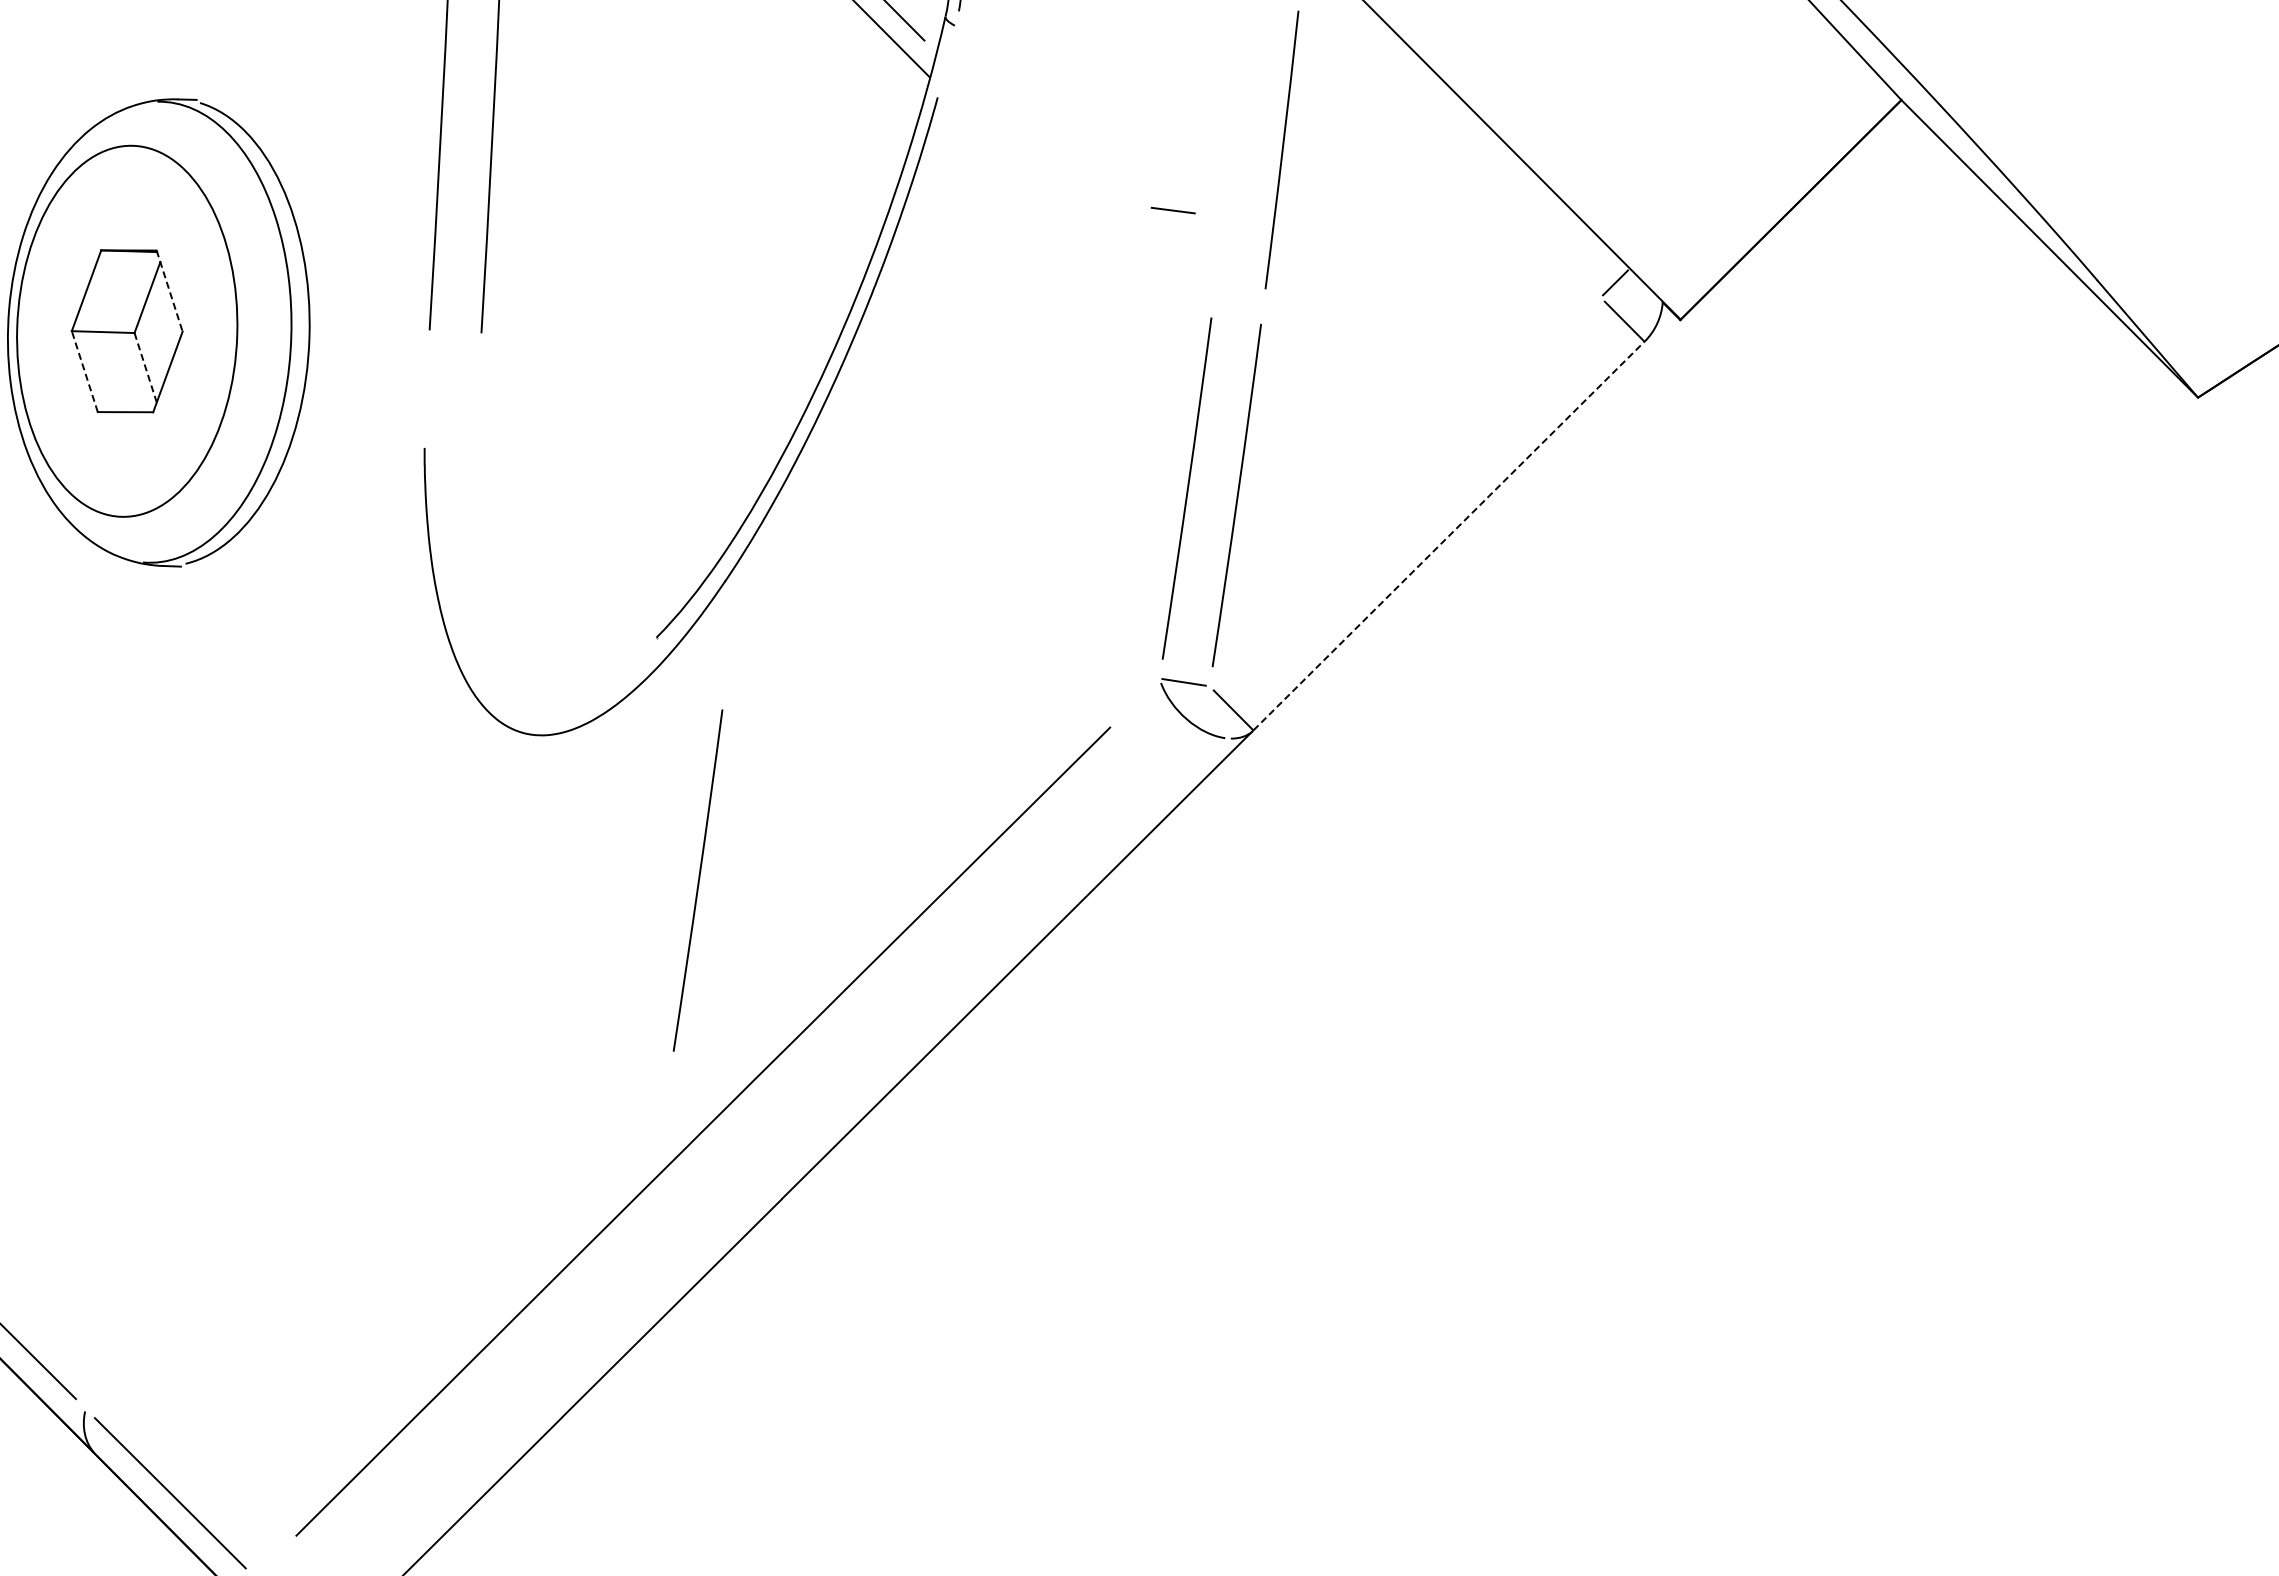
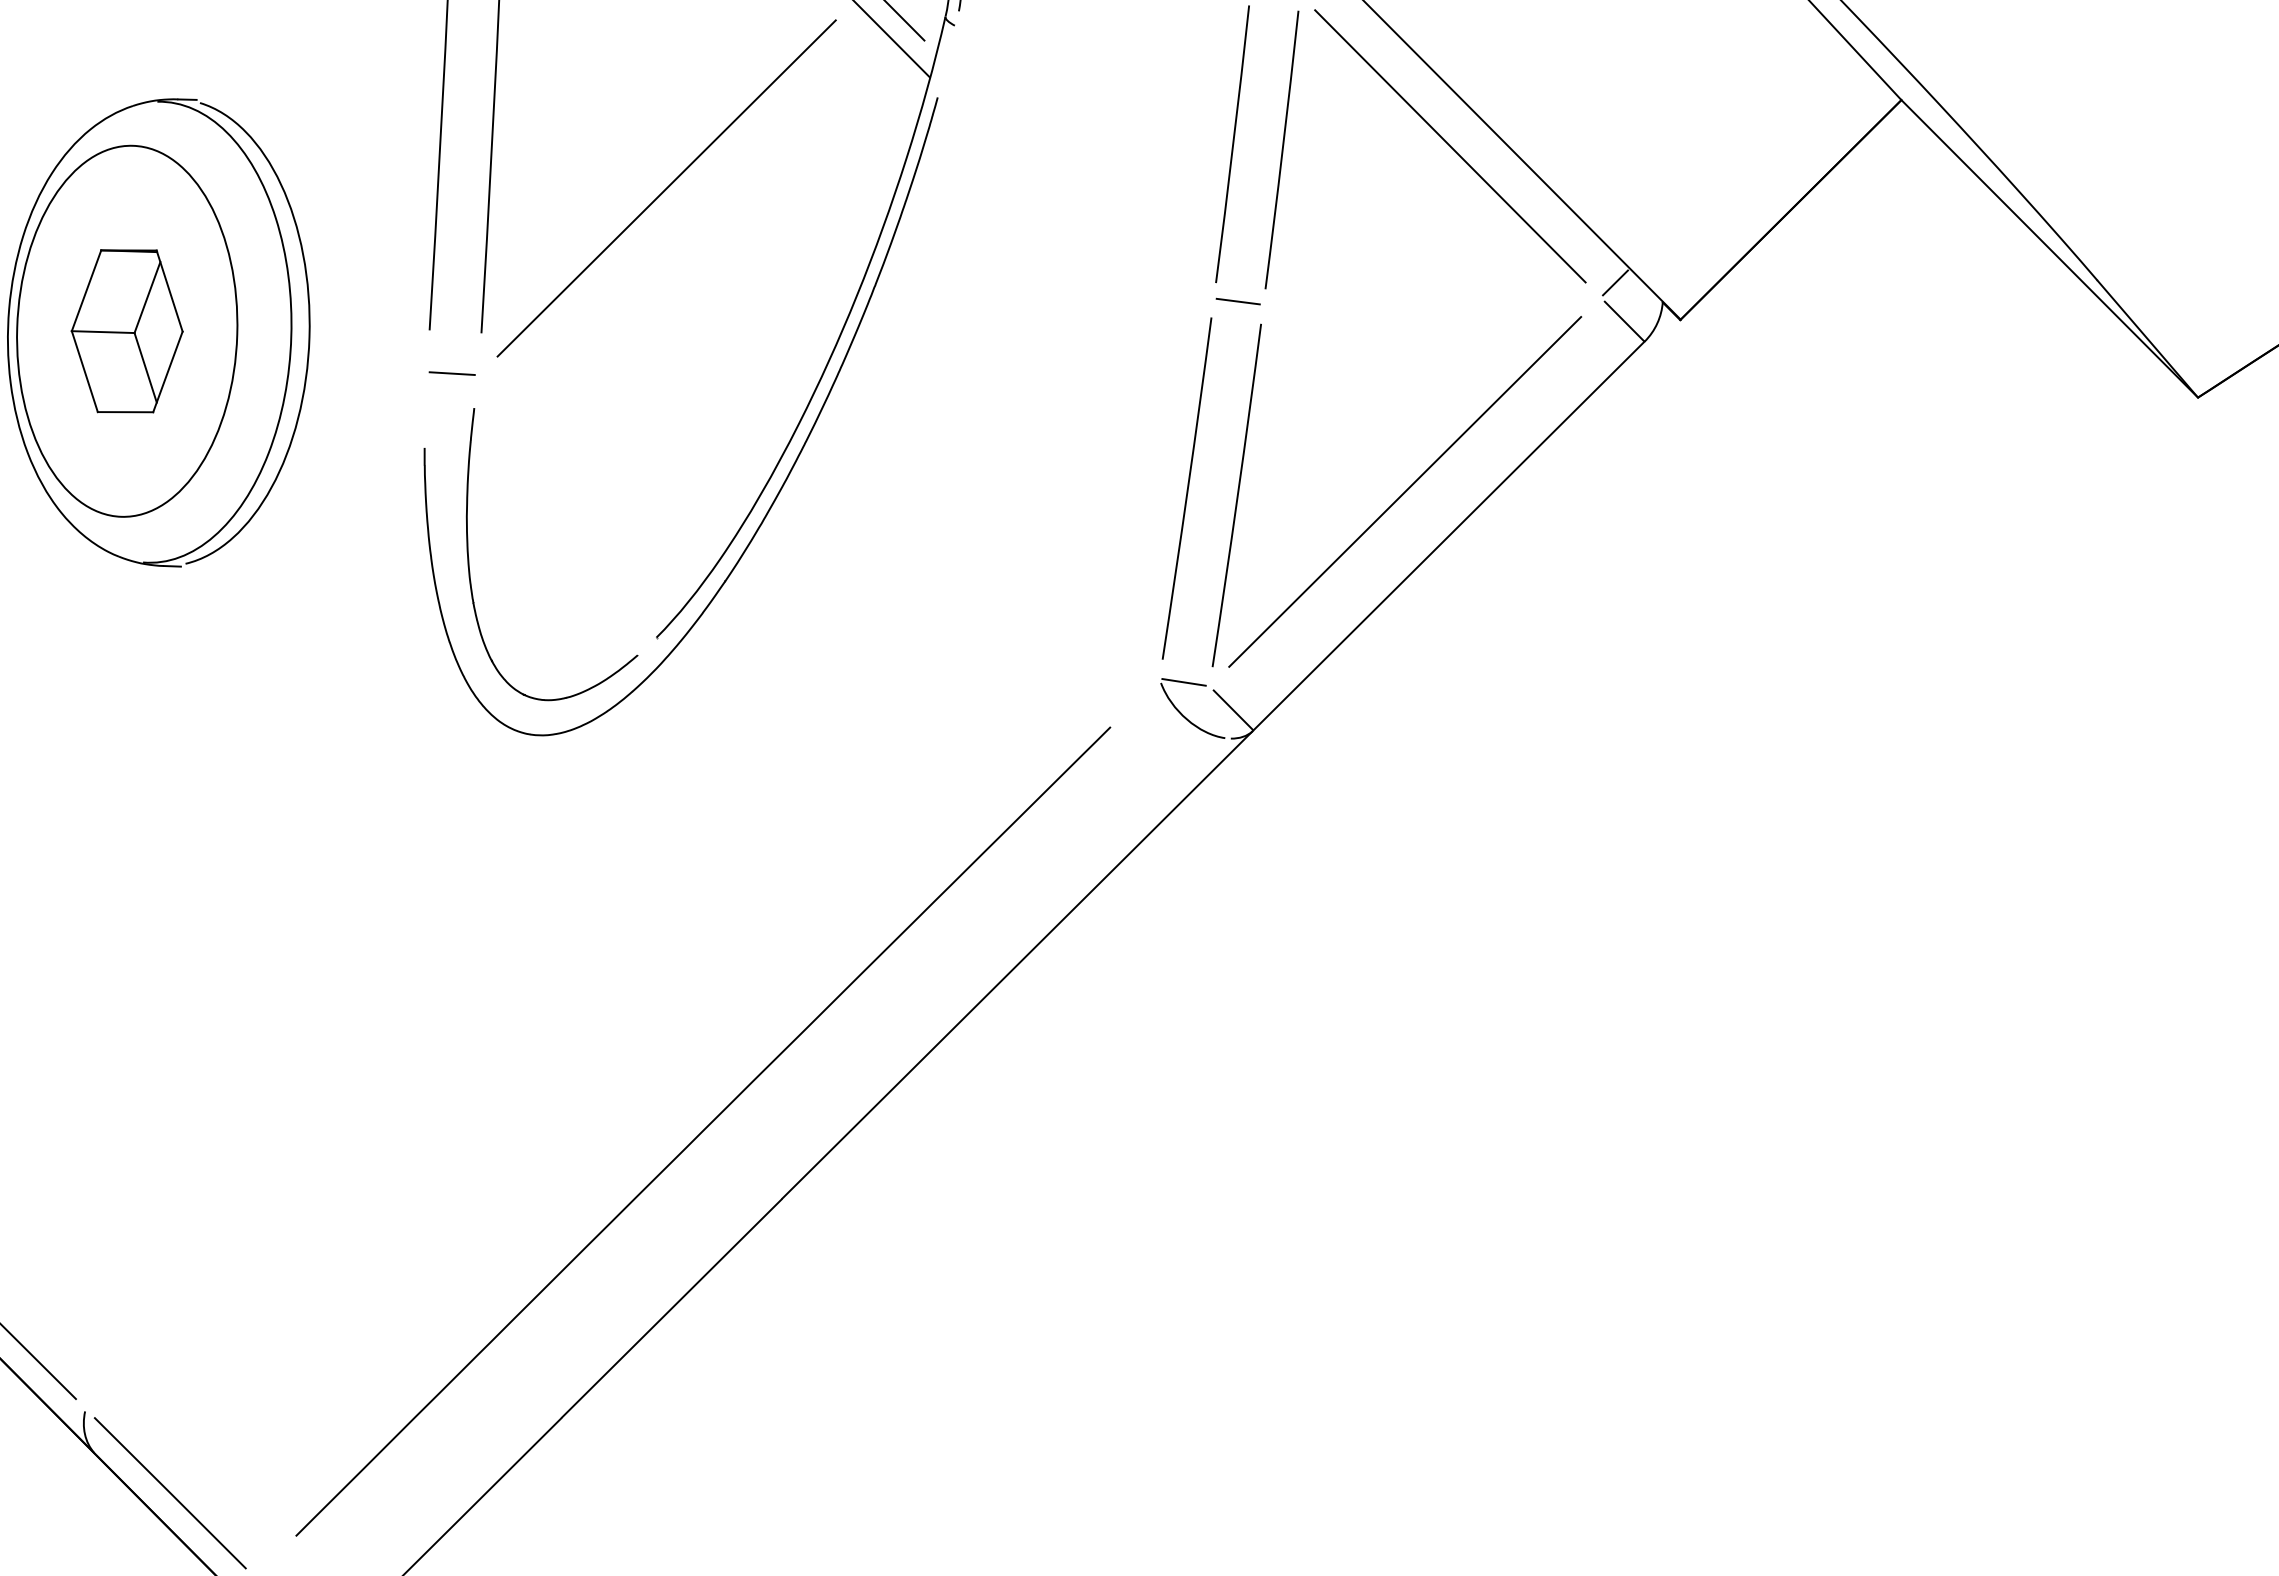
line at (1232, 144): none -> present
line at (1450, 146): none -> present
line at (666, 188): none -> present
line at (1172, 210) position: (1172, 210) -> (1237, 301)
line at (169, 291): dashed -> solid
line at (145, 367): dashed -> solid
line at (84, 371): dashed -> solid
line at (451, 373): none -> present
line at (1405, 491): none -> present
line at (1449, 535): dashed -> solid
curve at (469, 558): none -> present
line at (698, 880): present -> none
